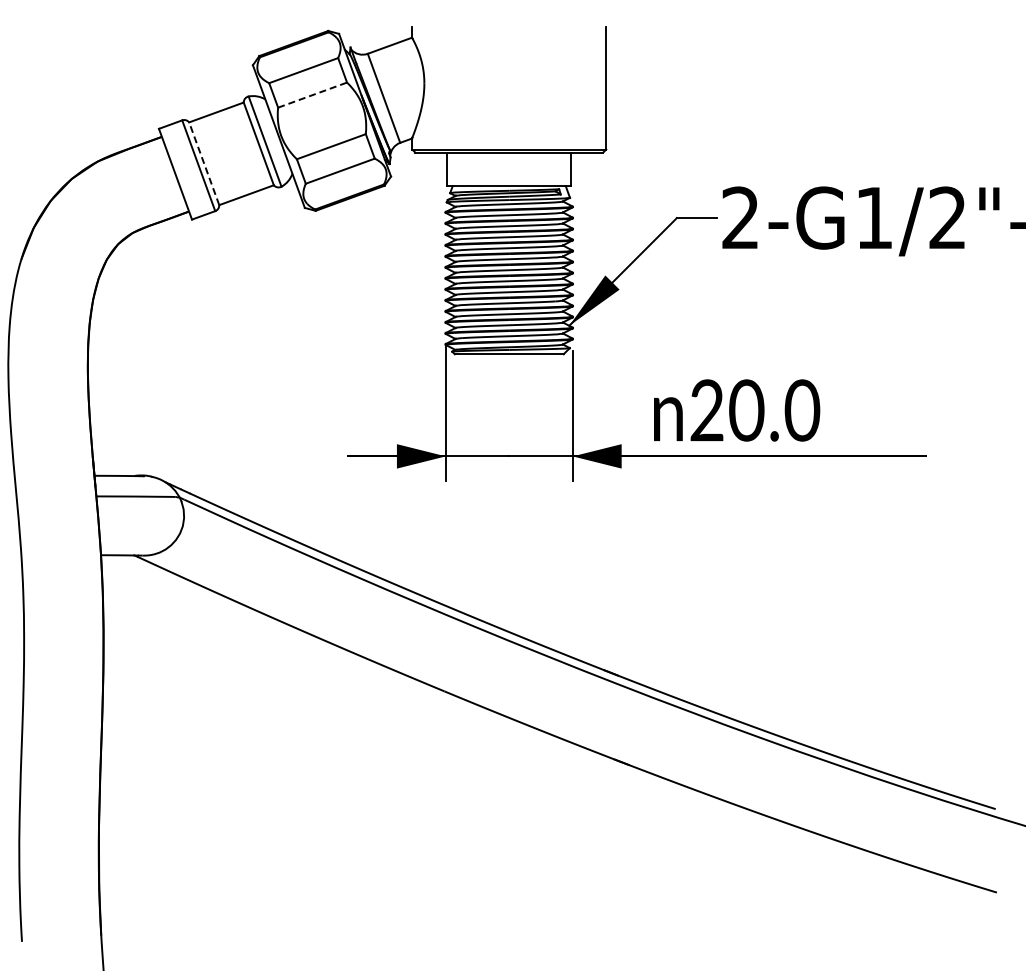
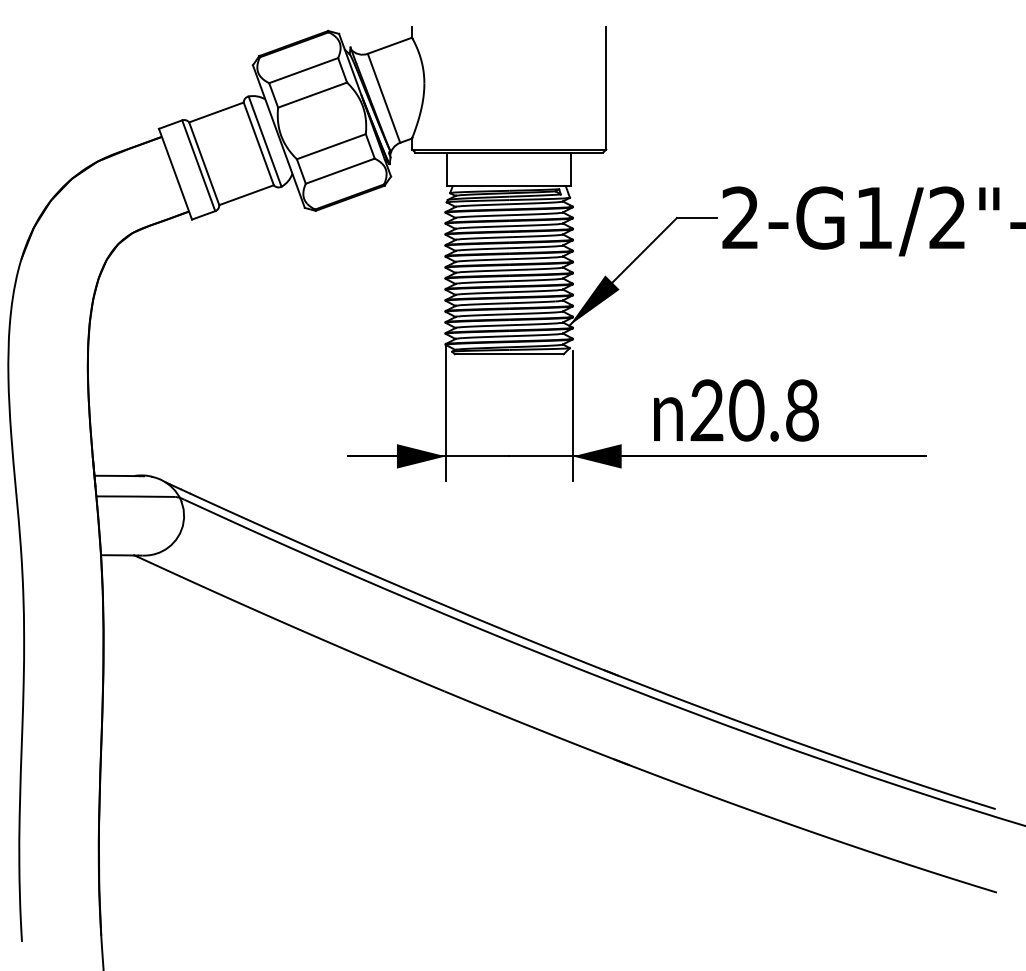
line at (312, 95): dashed -> solid
line at (204, 163): dashed -> solid
text at (802, 410): 20.0 -> 20.8
